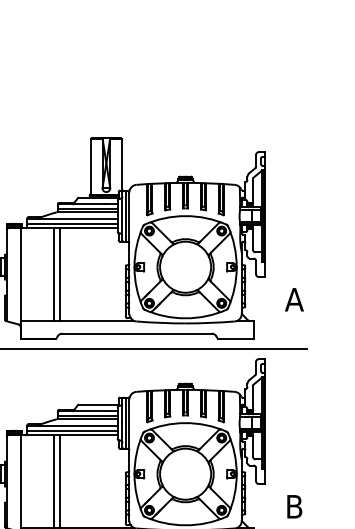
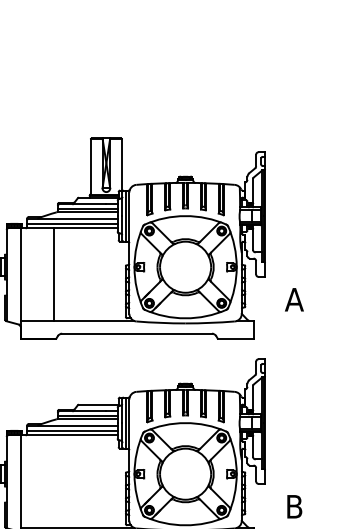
line at (59, 274): present -> none
line at (154, 349): present -> none
line at (53, 480): present -> none
line at (59, 480): present -> none
